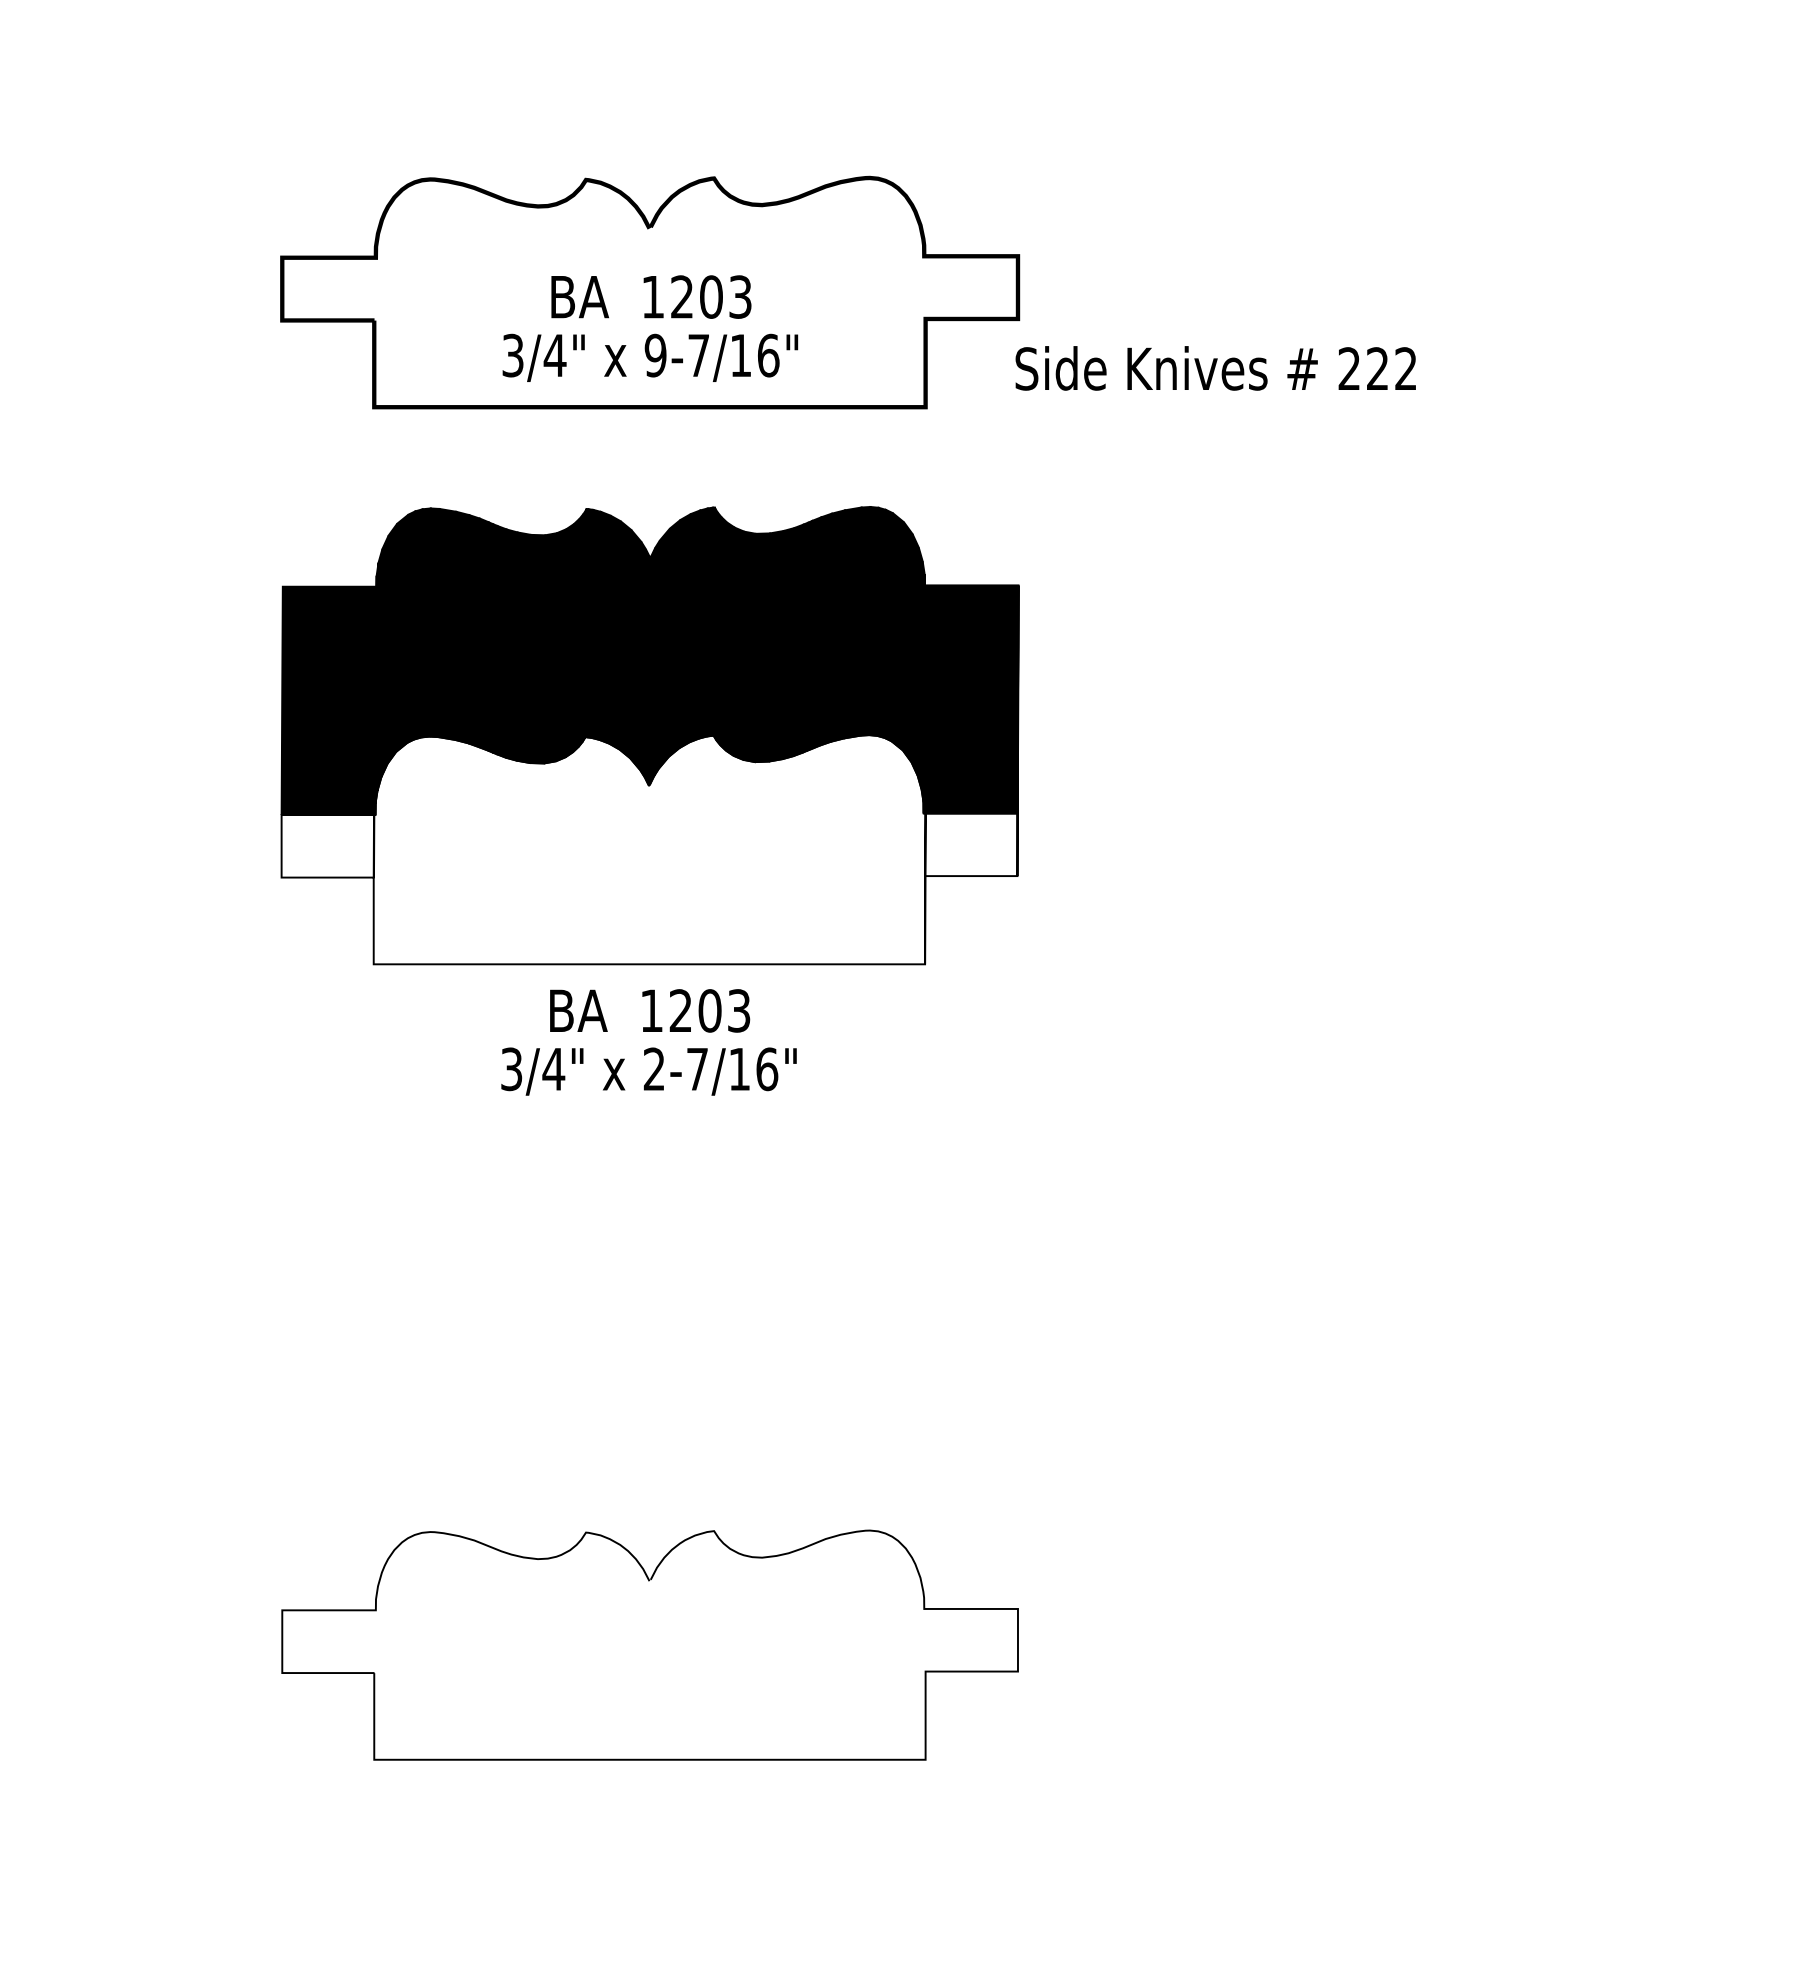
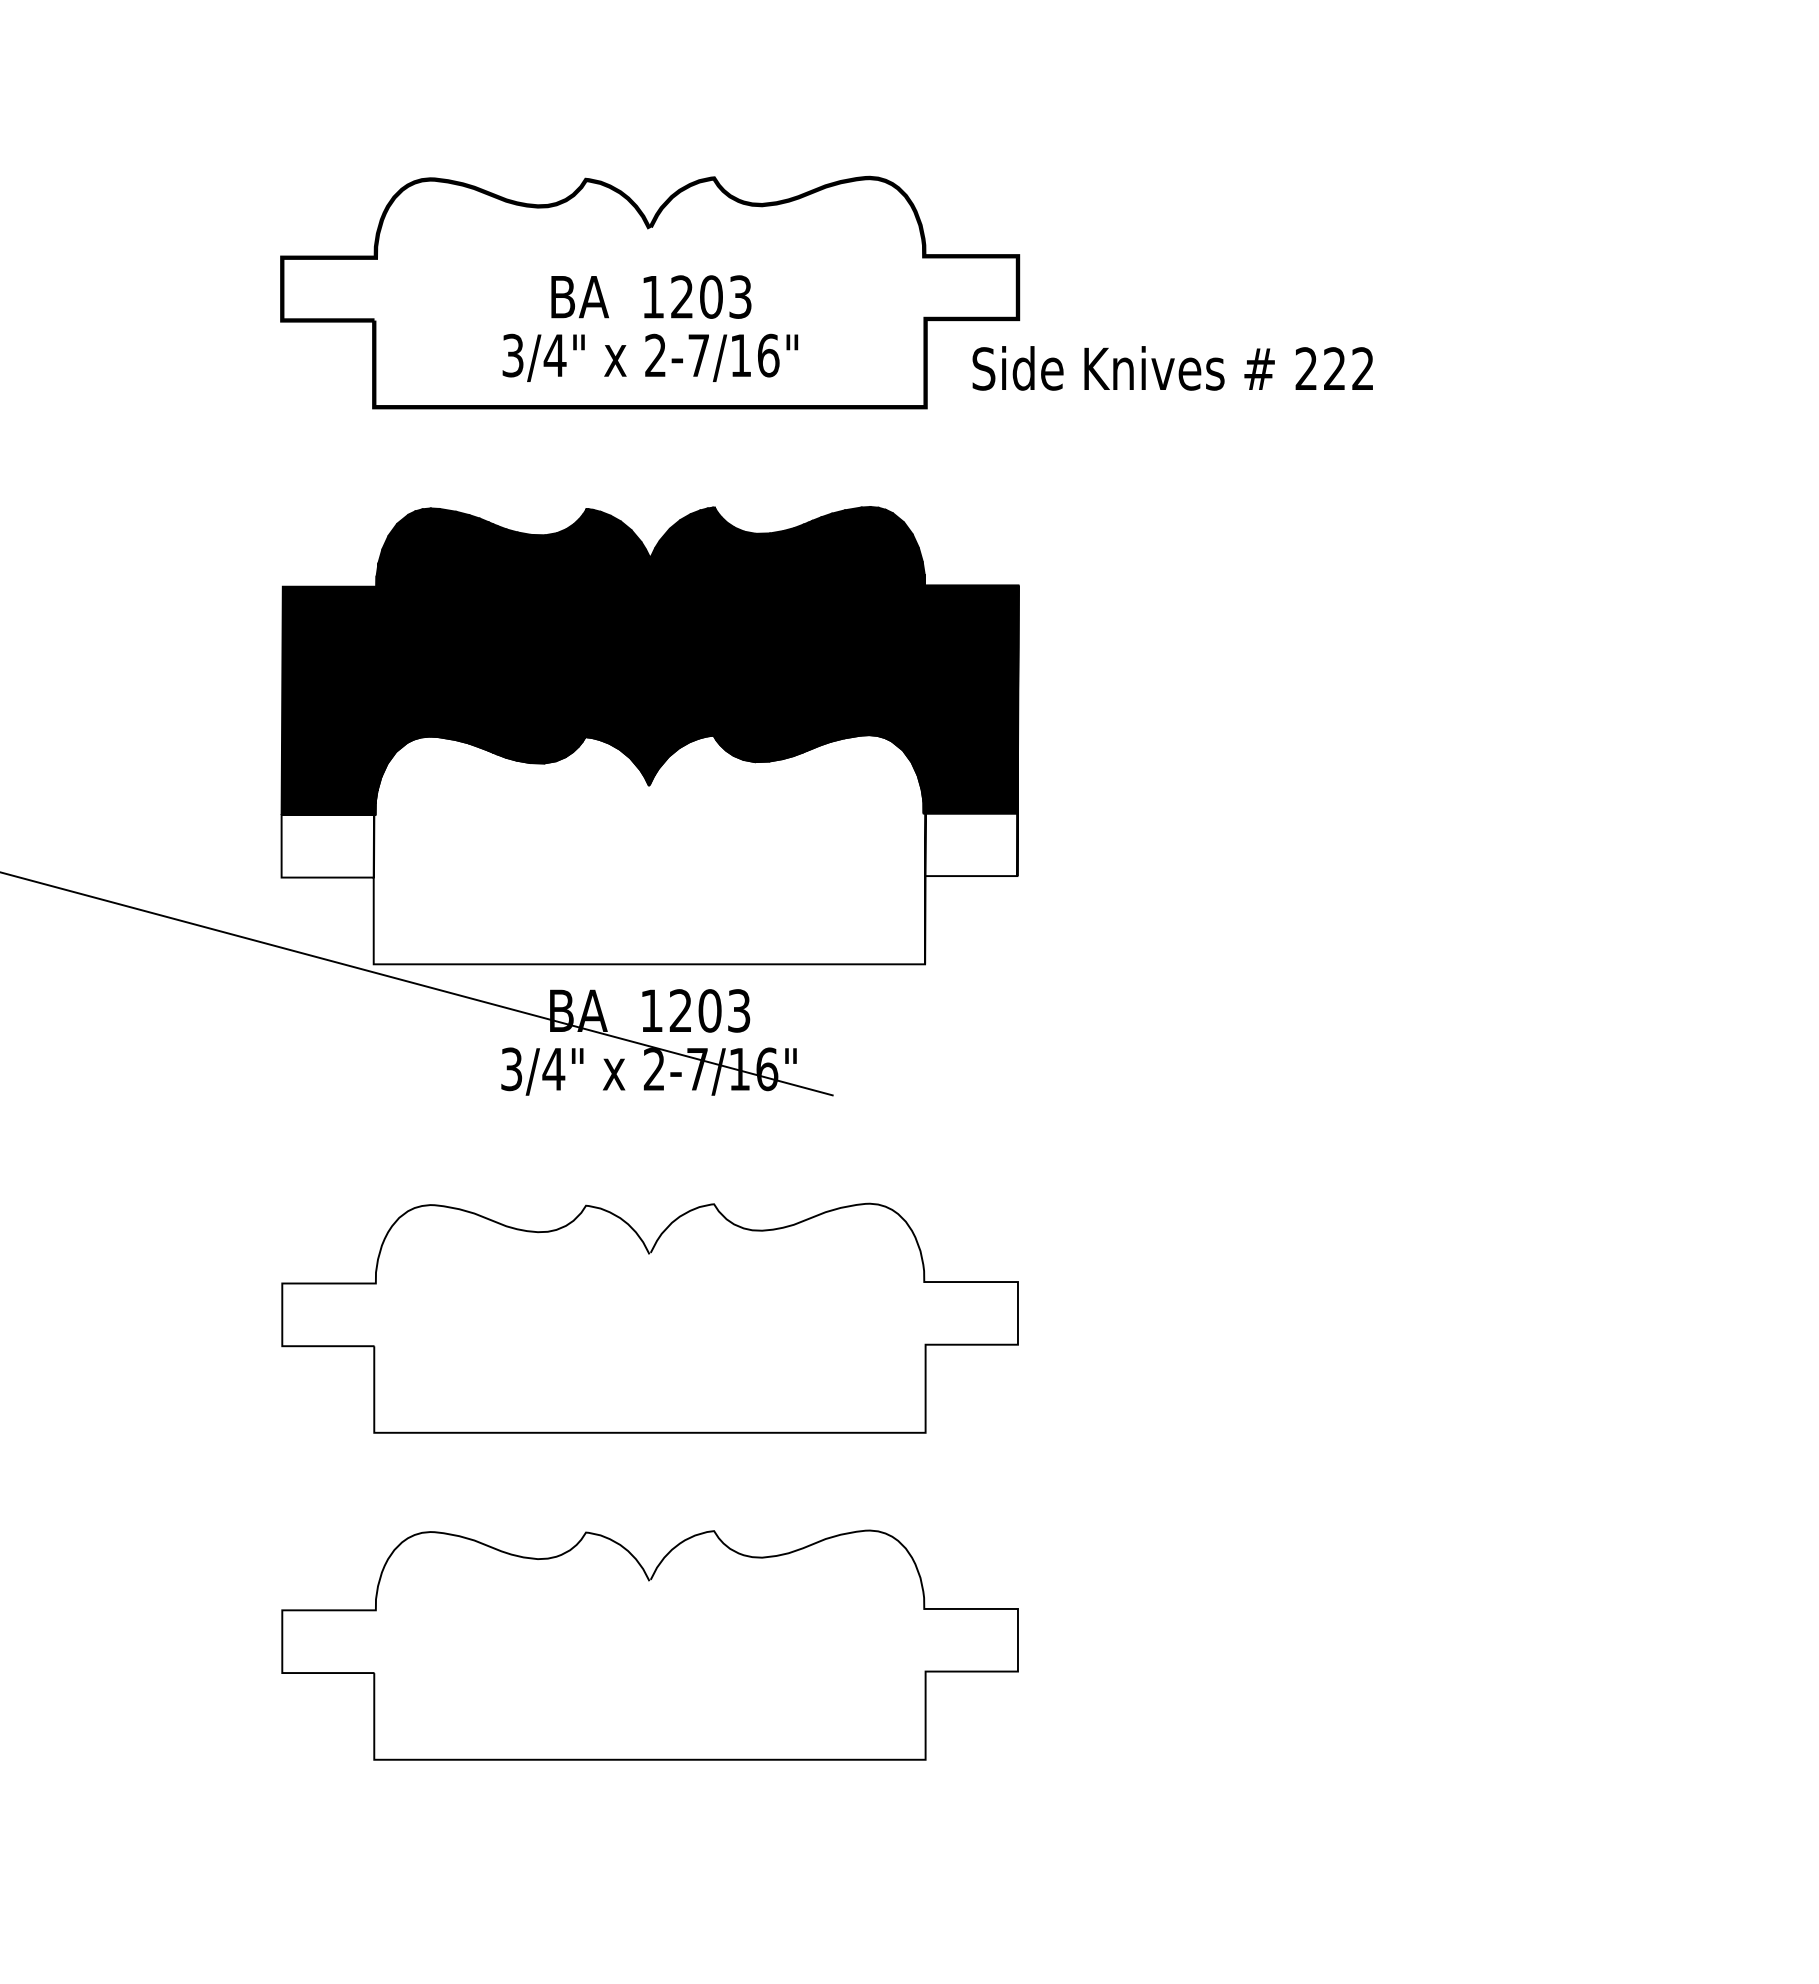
text at (655, 355): 9-7/16" -> 2-7/16"
text at (1215, 368) position: (1215, 368) -> (1172, 368)
line at (417, 983): none -> present
part at (649, 1317): none -> present
